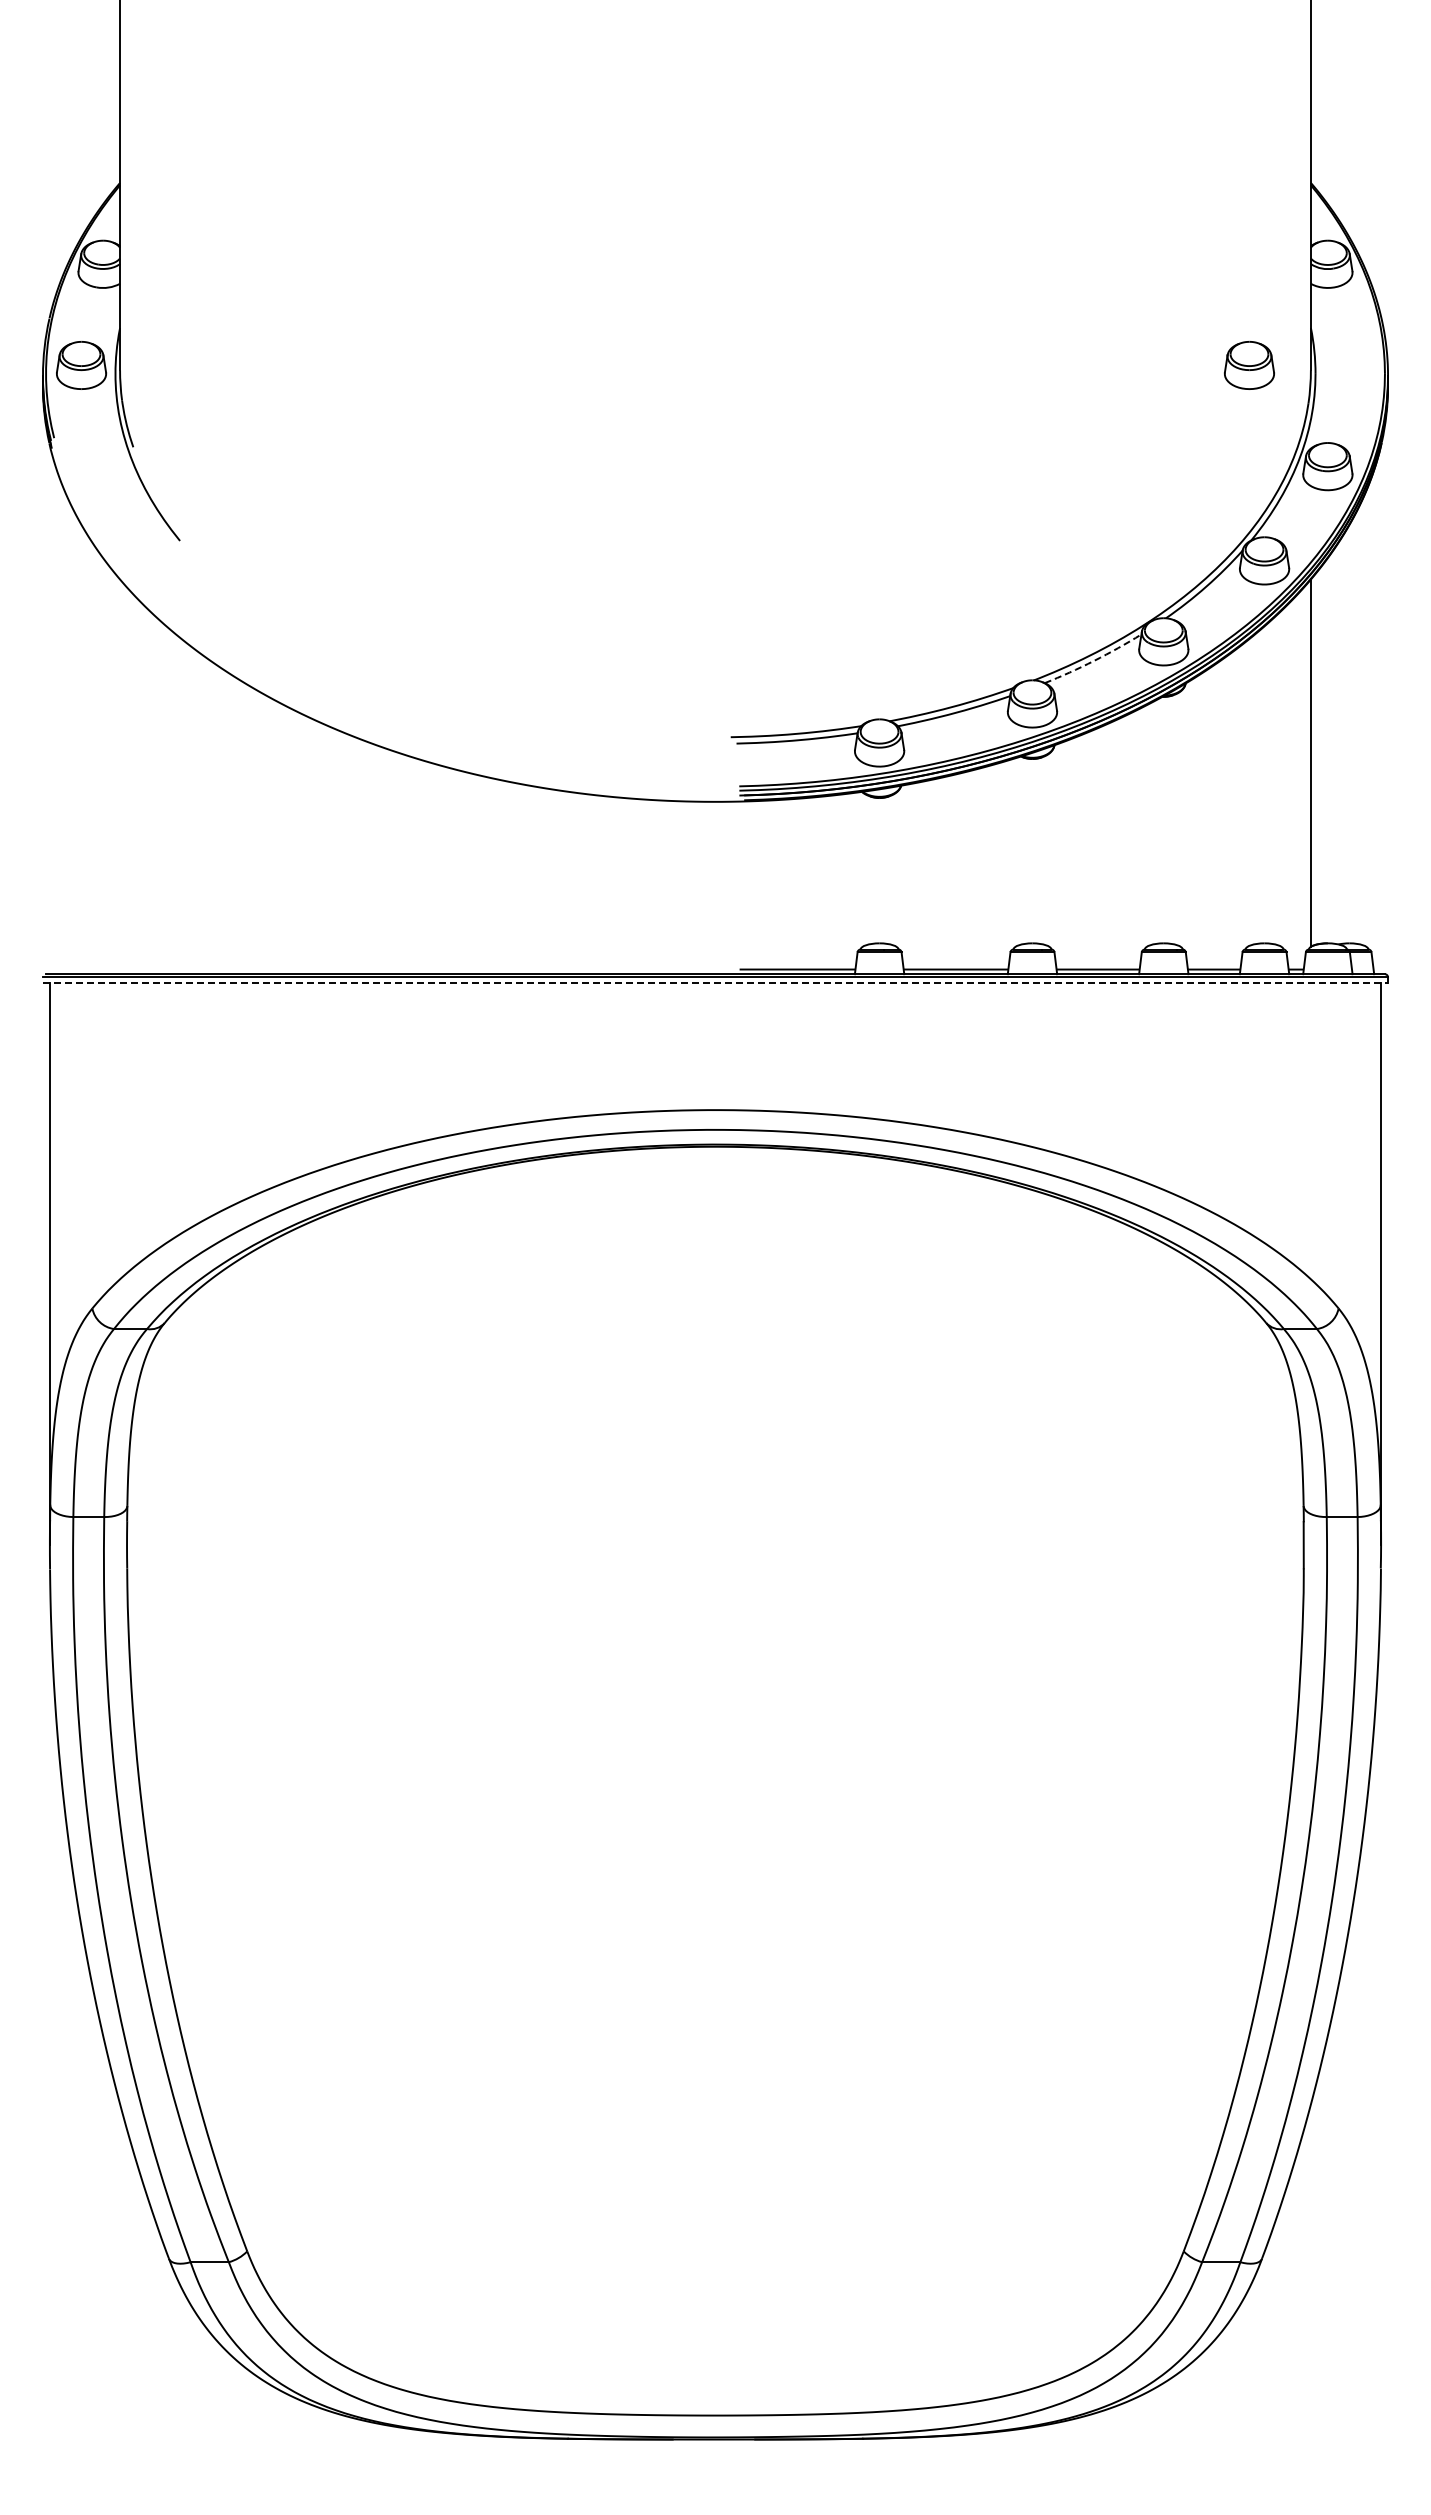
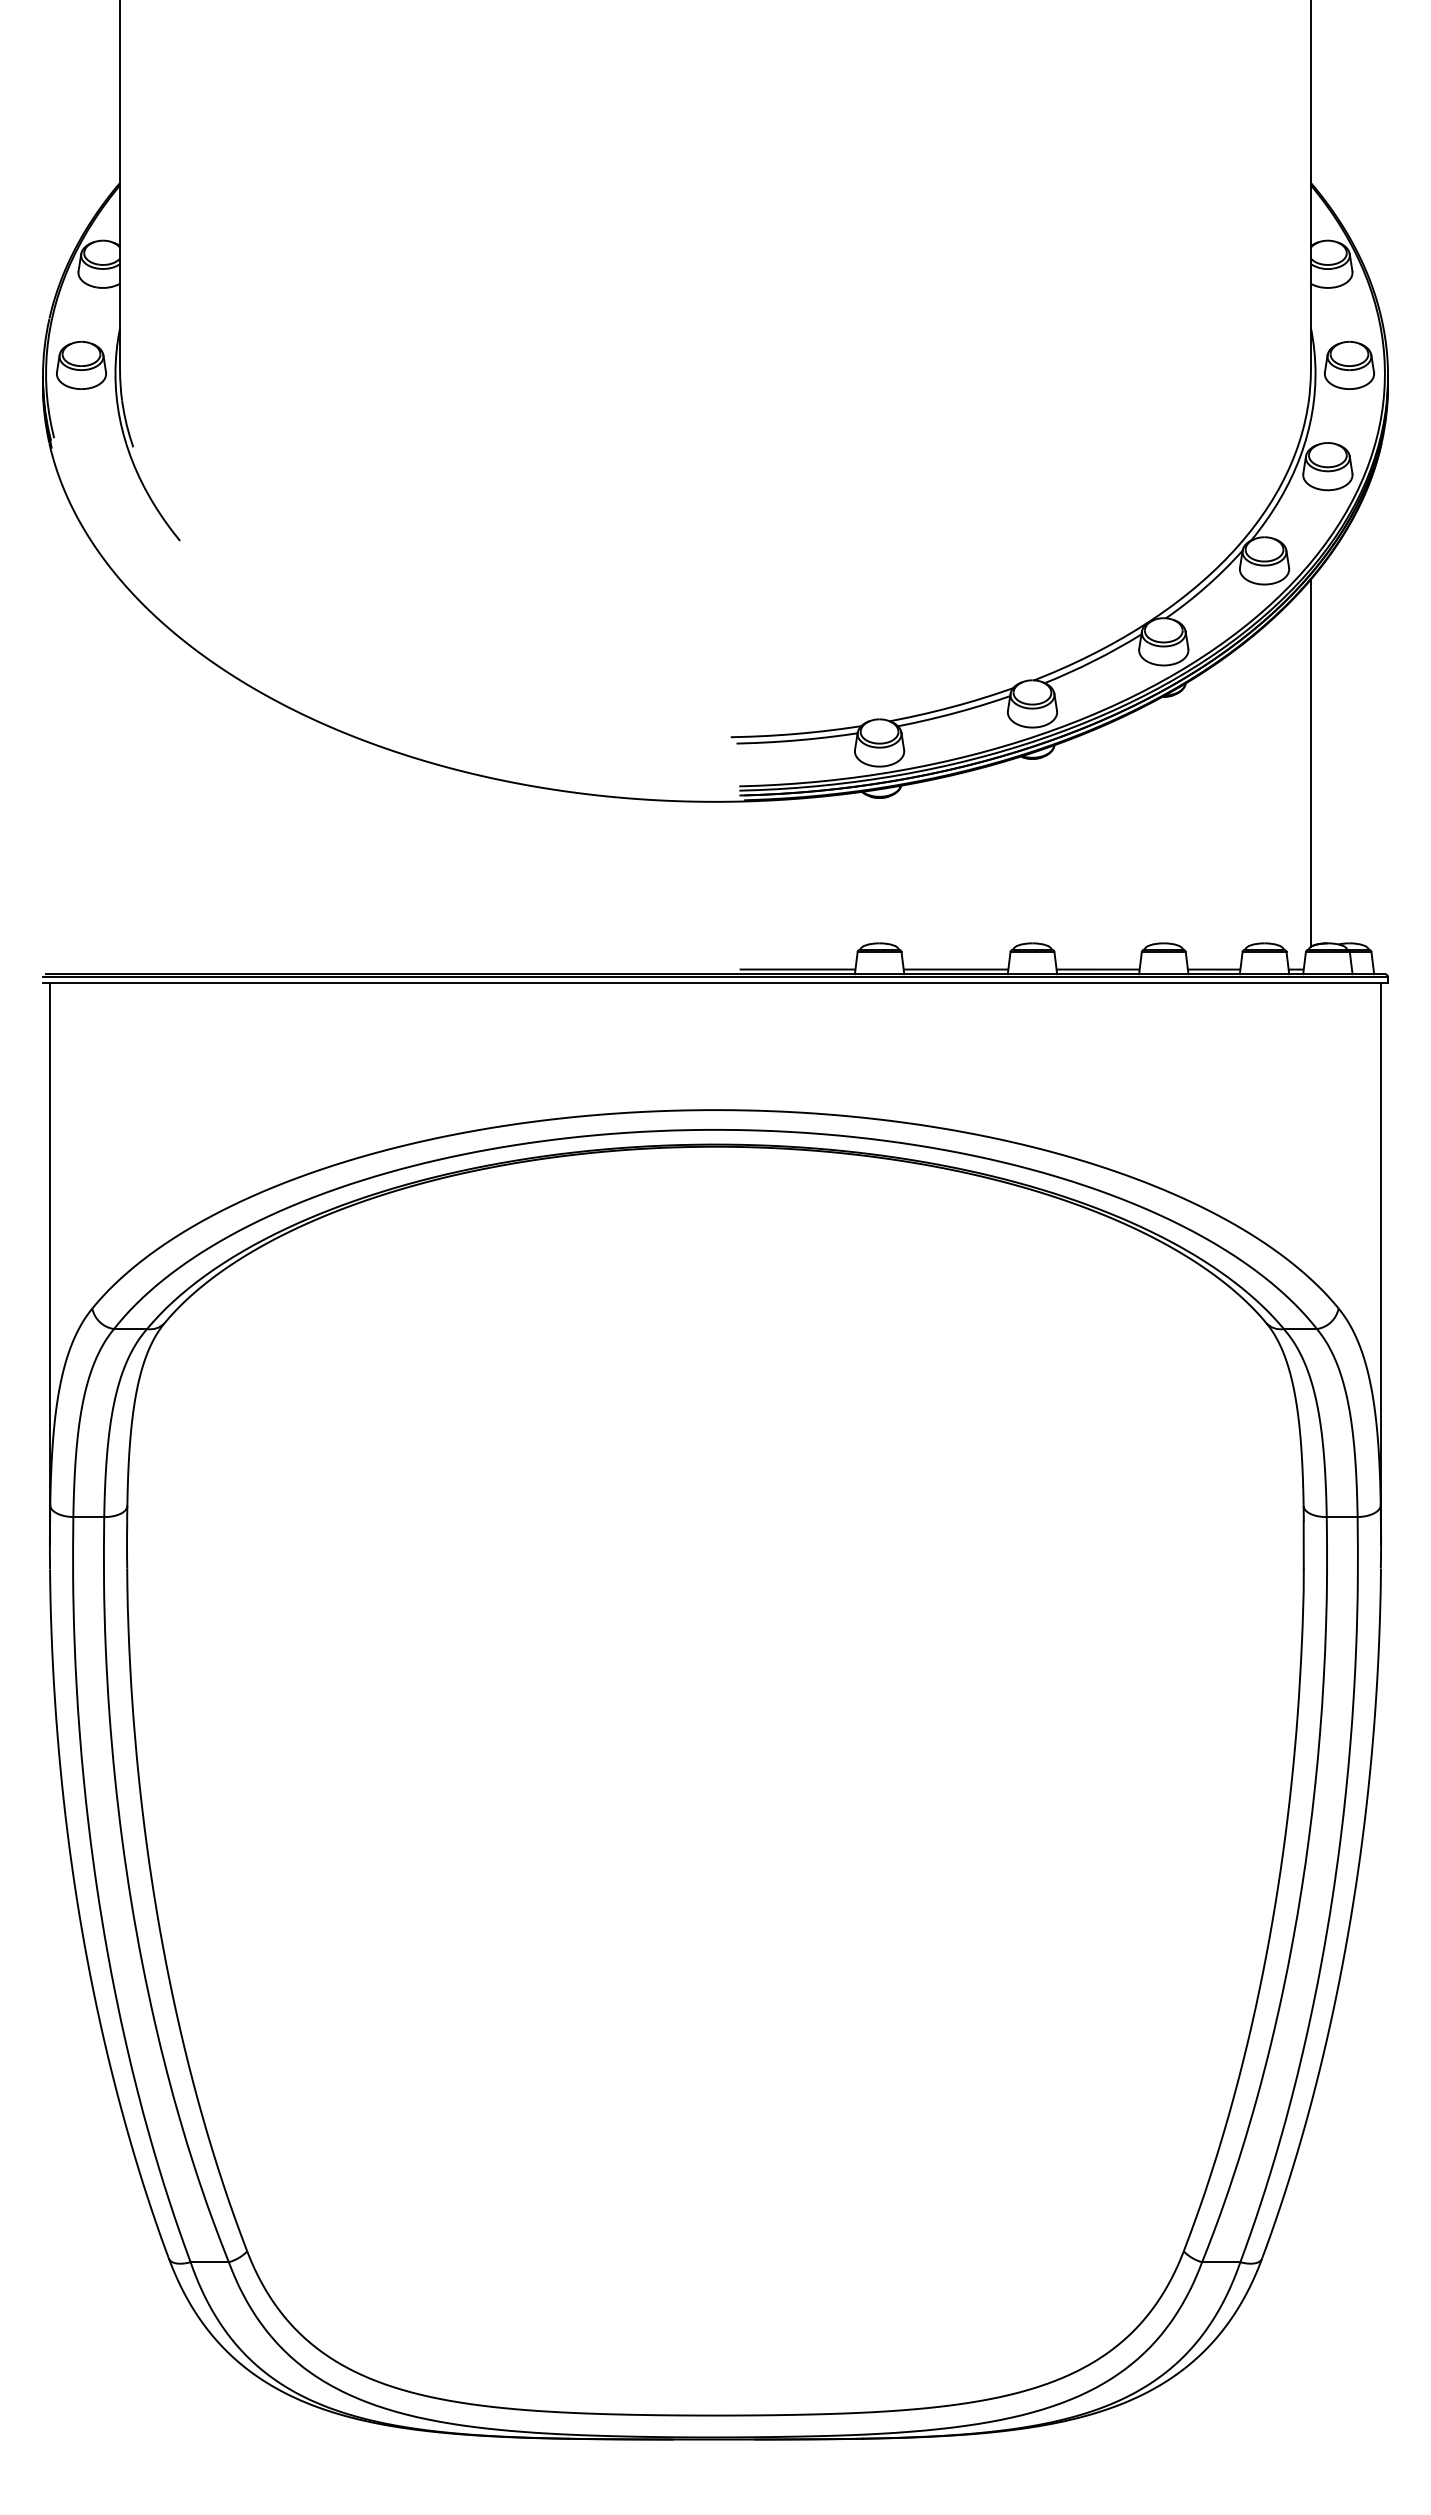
part at (1249, 365) position: (1249, 365) -> (1349, 365)
arc at (1094, 660): dashed -> solid
line at (715, 983): dashed -> solid
